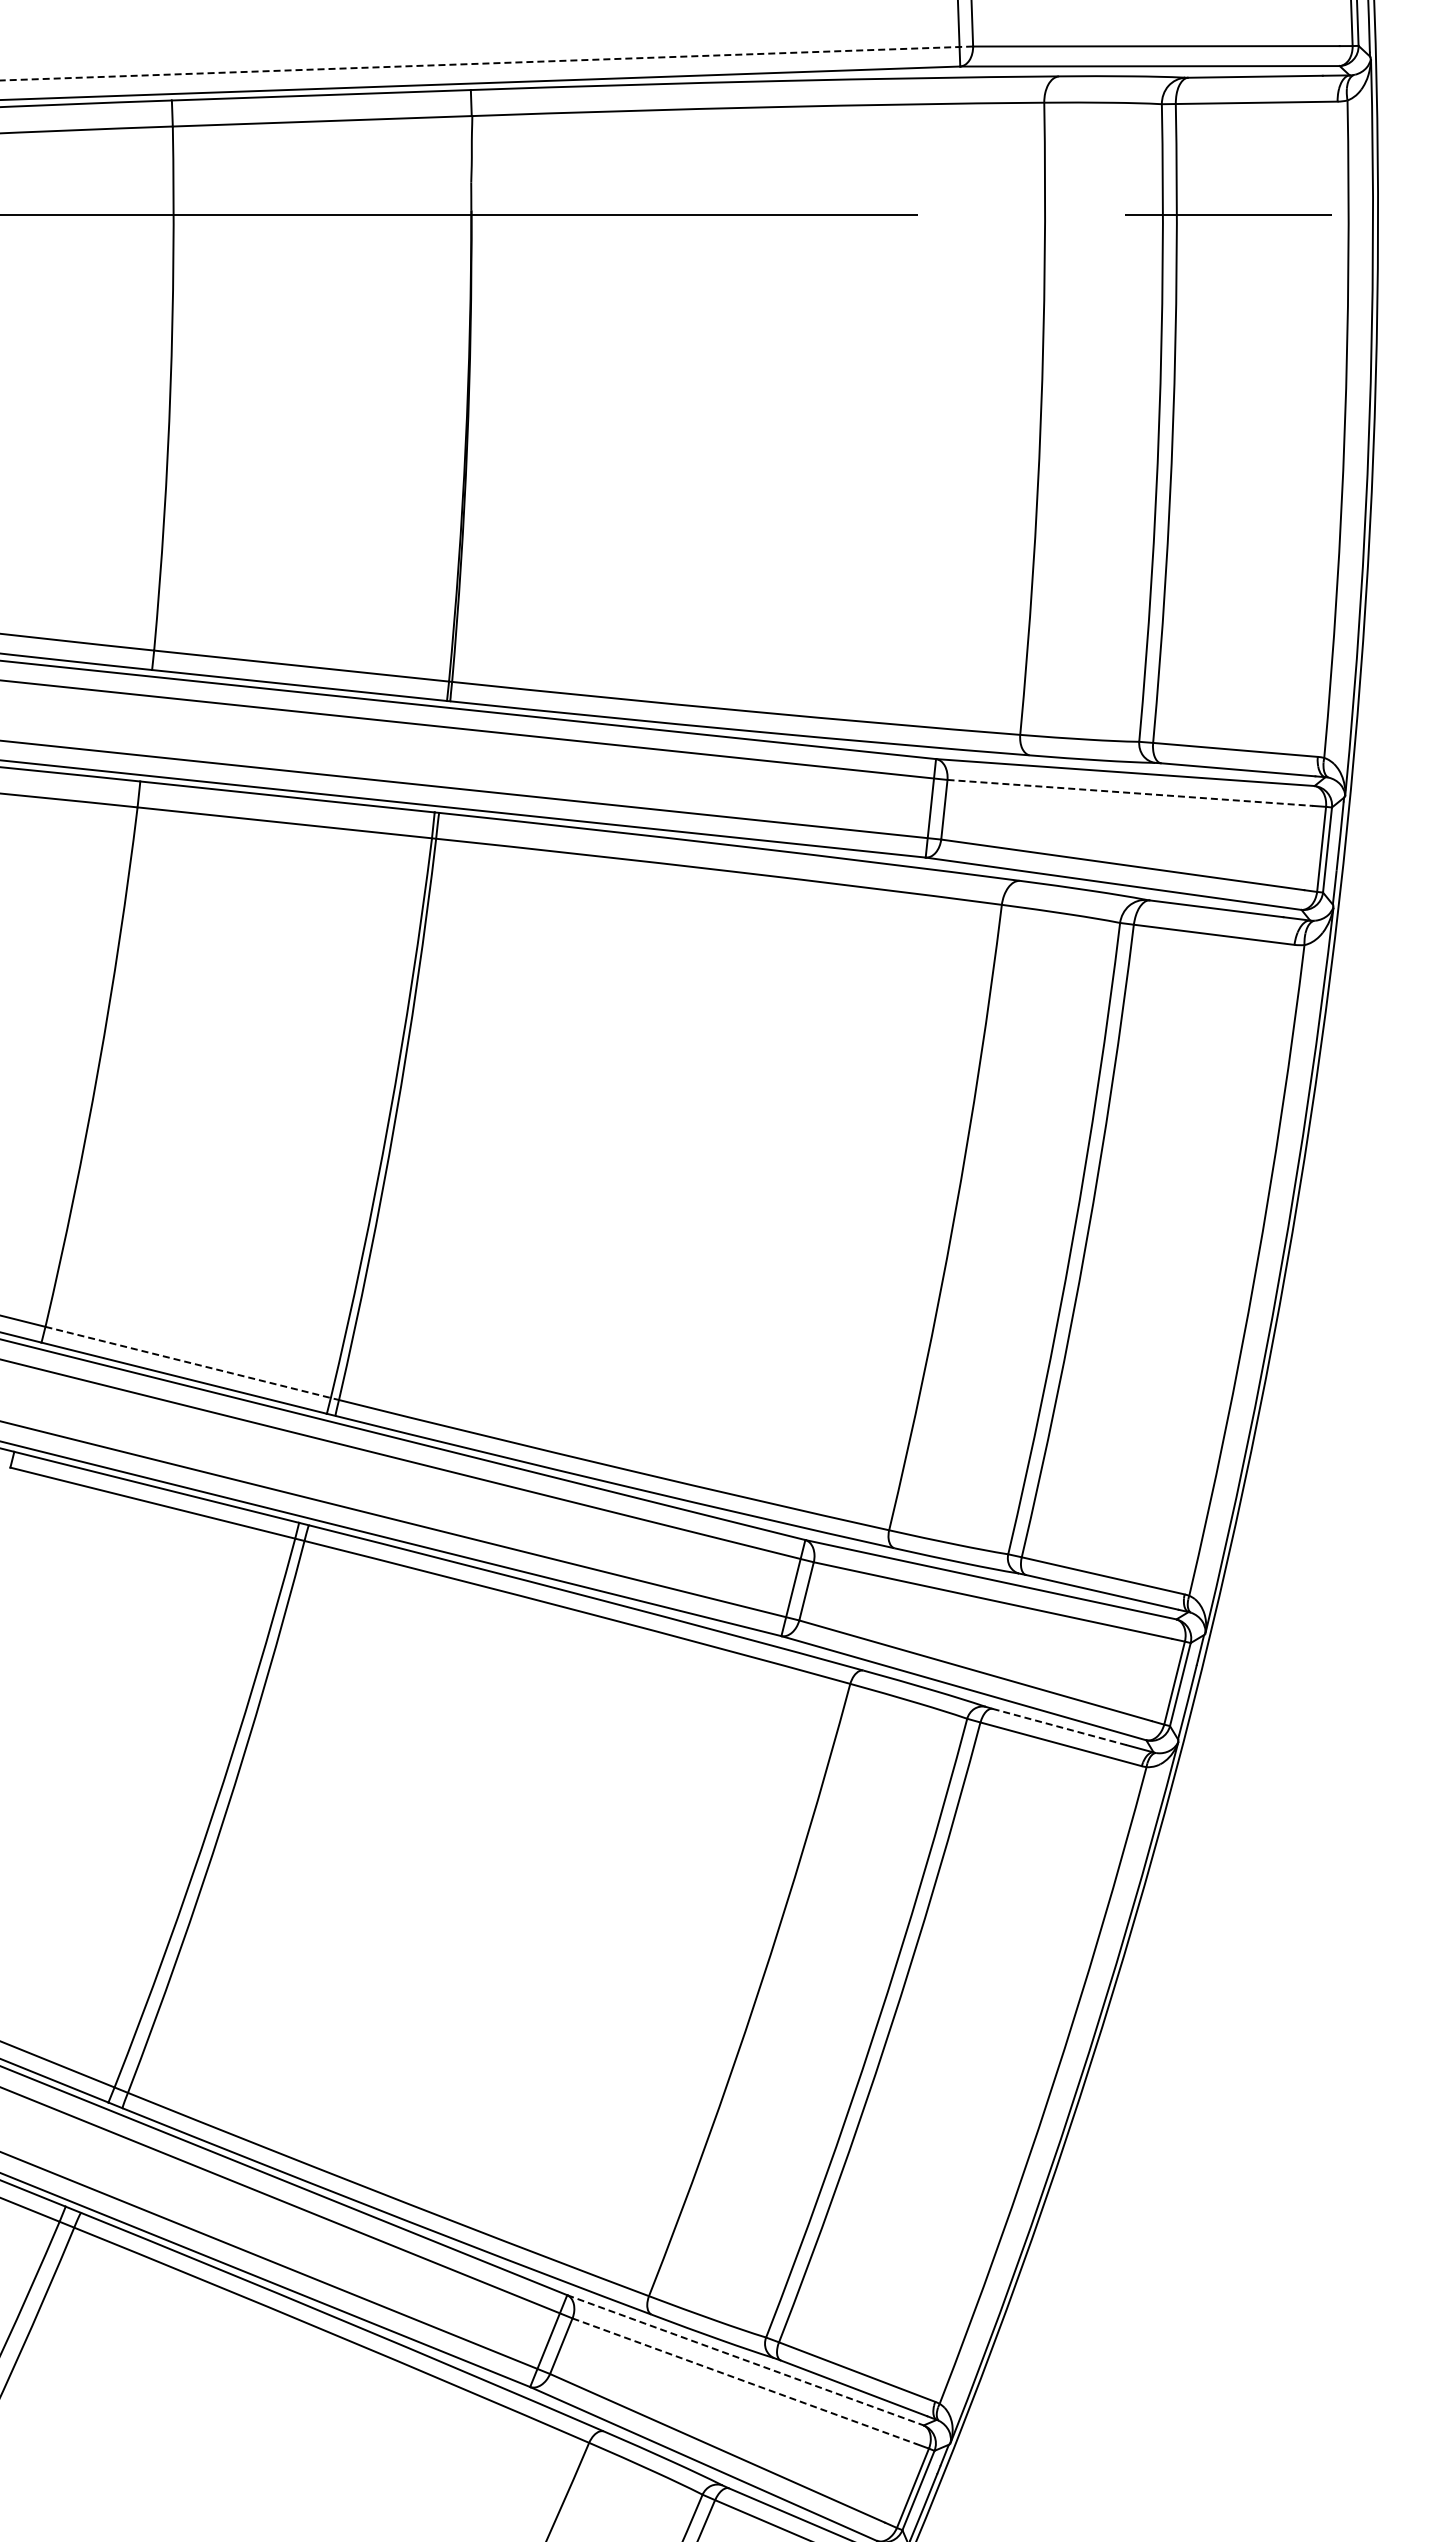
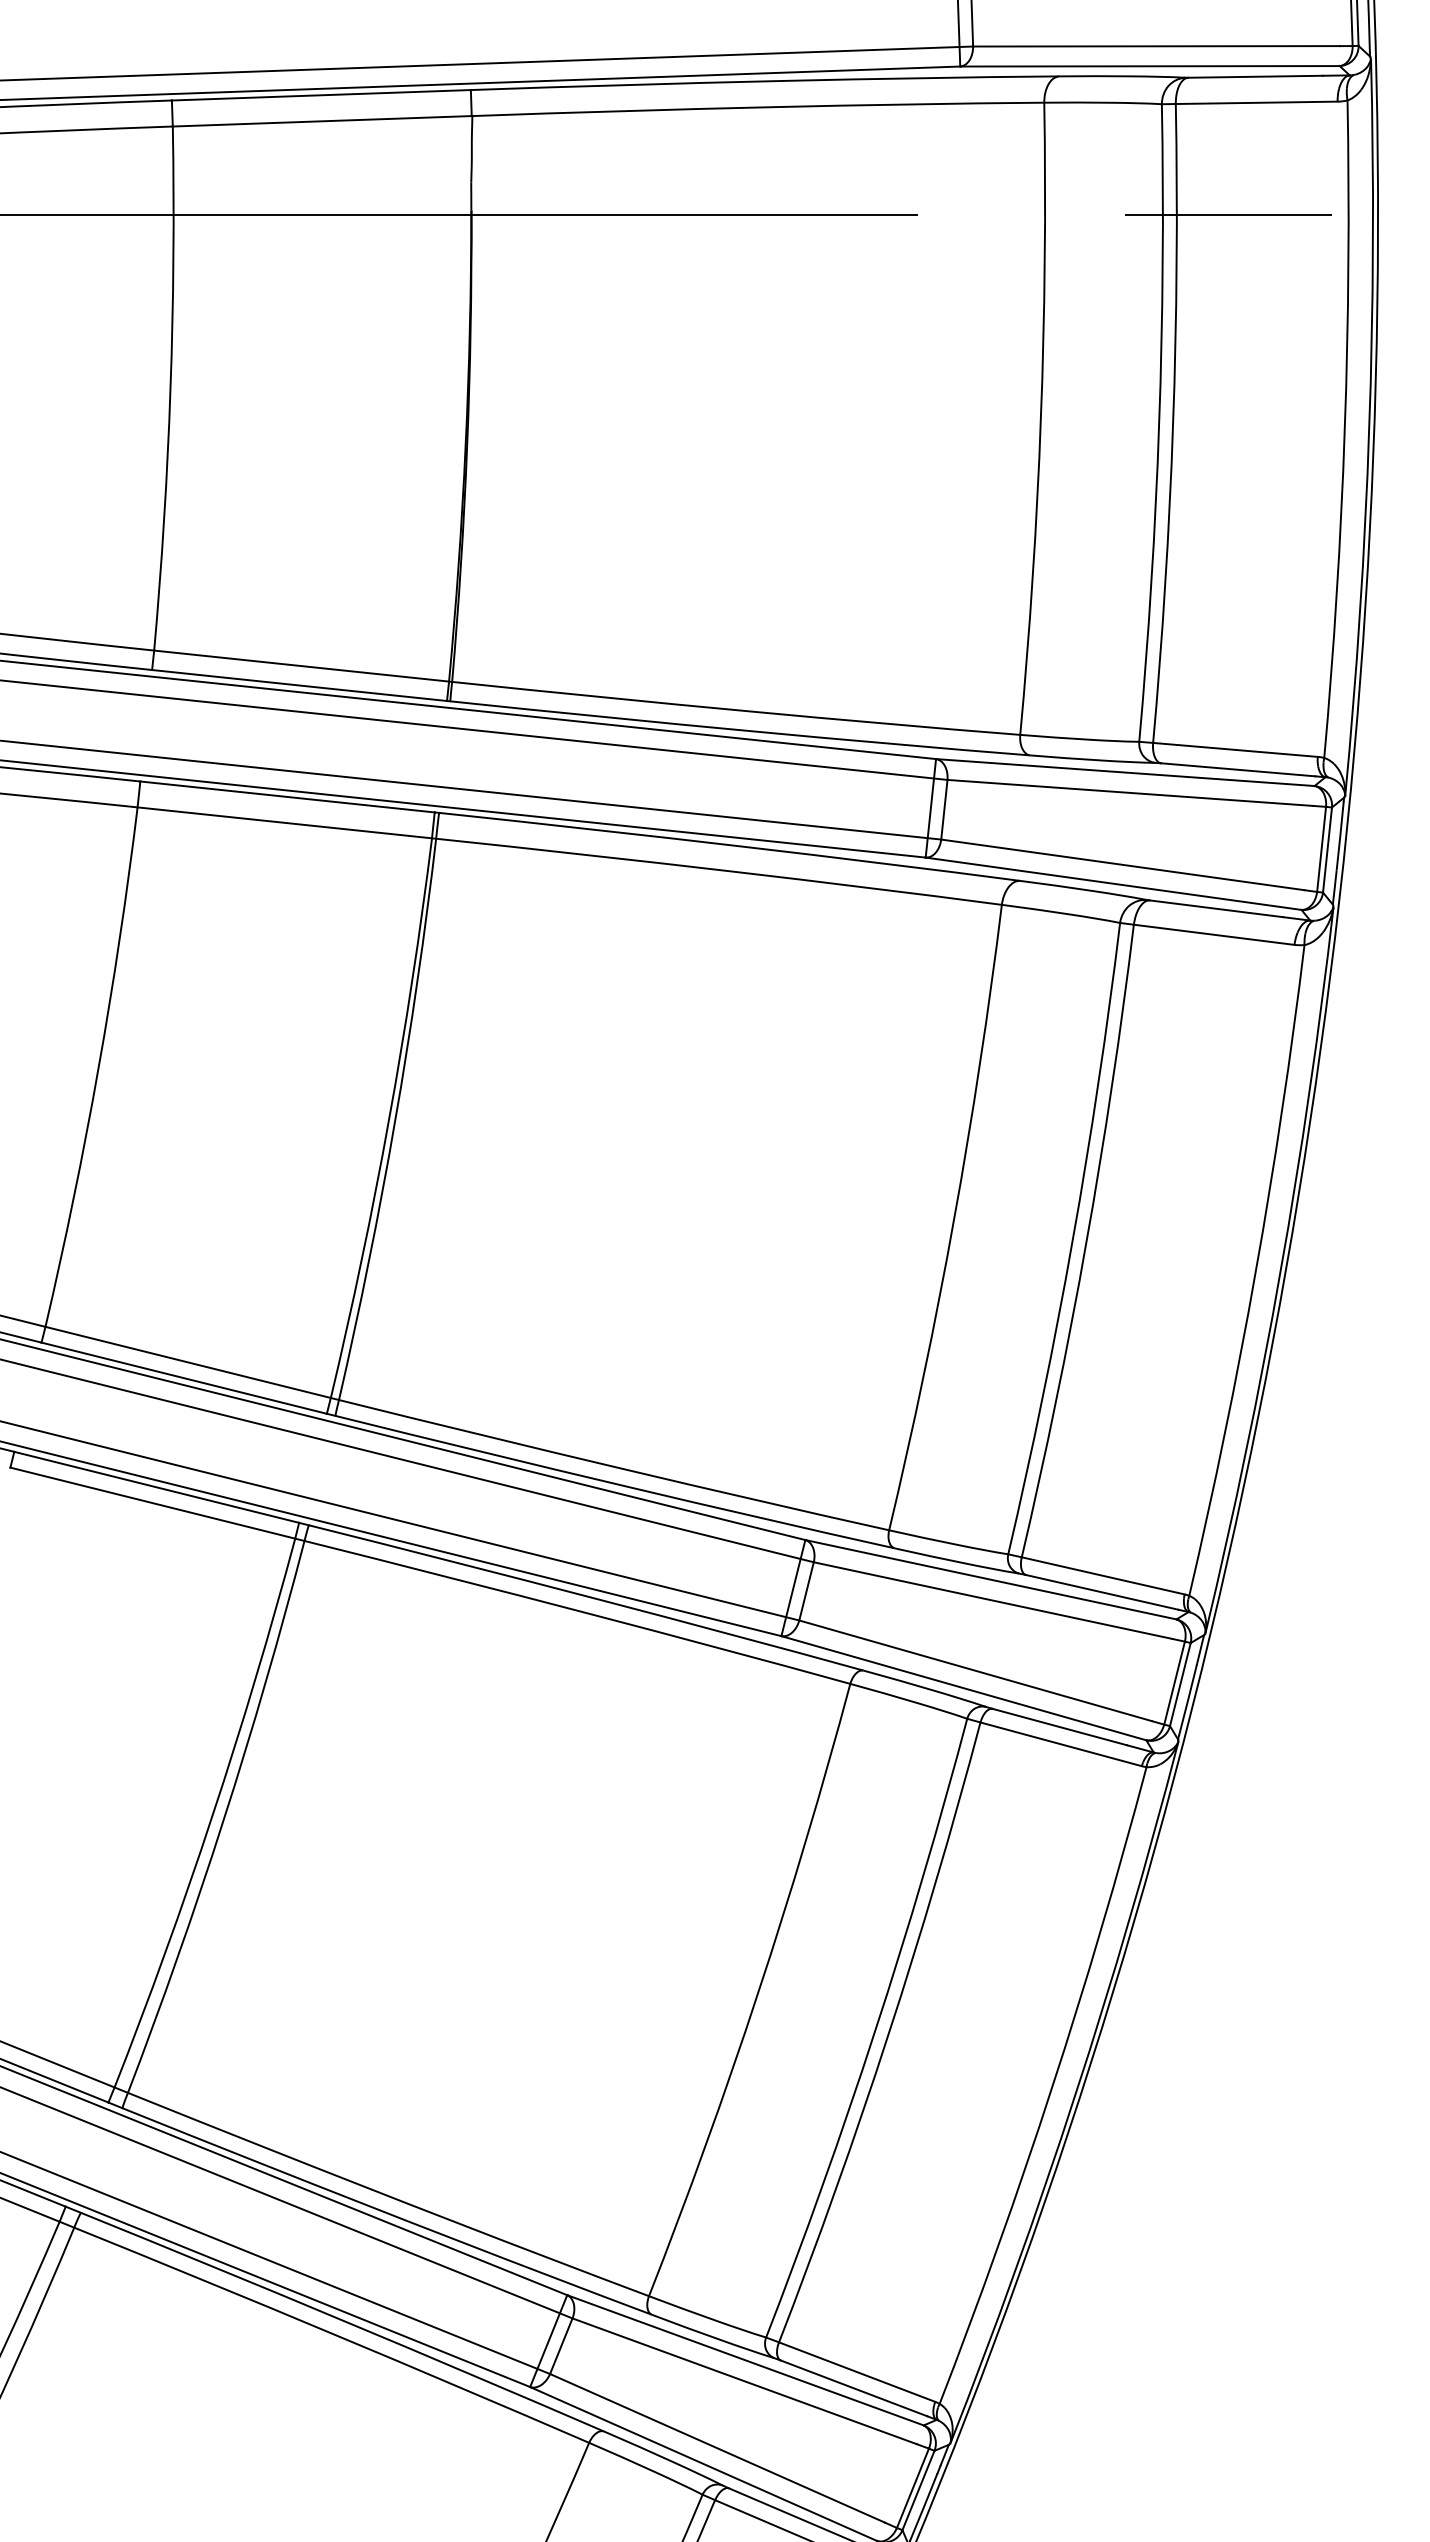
line at (486, 63): dashed -> solid
line at (1130, 792): dashed -> solid
line at (192, 1363): dashed -> solid
line at (1059, 1727): dashed -> solid
line at (745, 2360): dashed -> solid
line at (745, 2381): dashed -> solid
